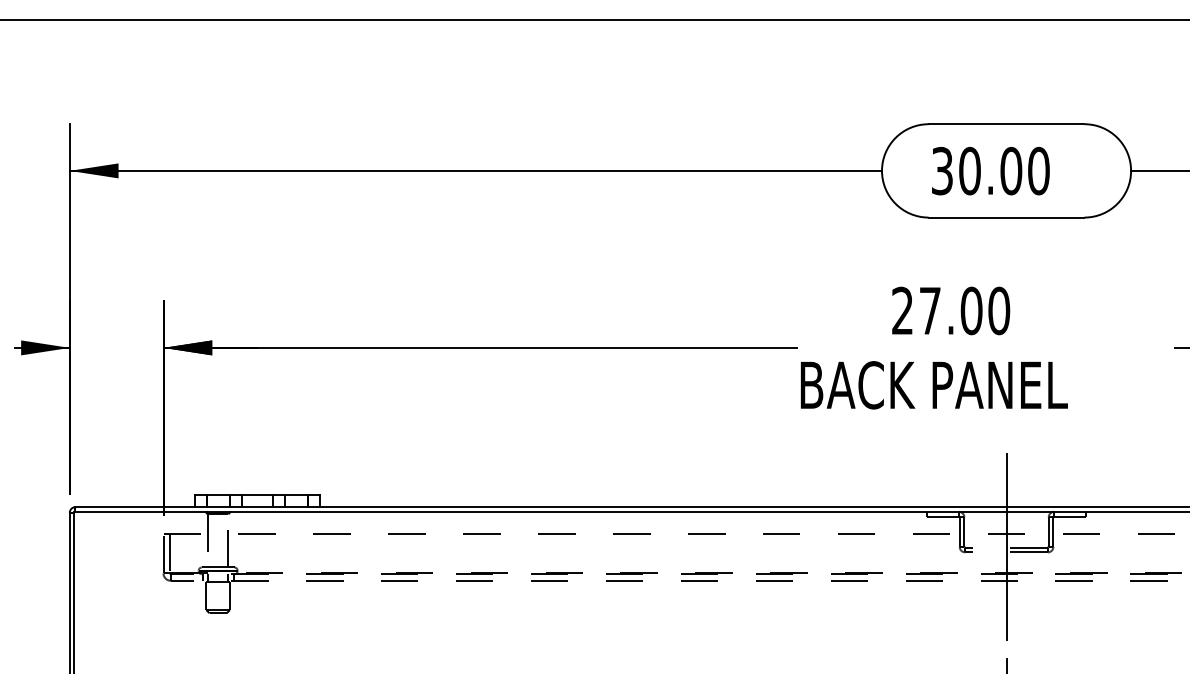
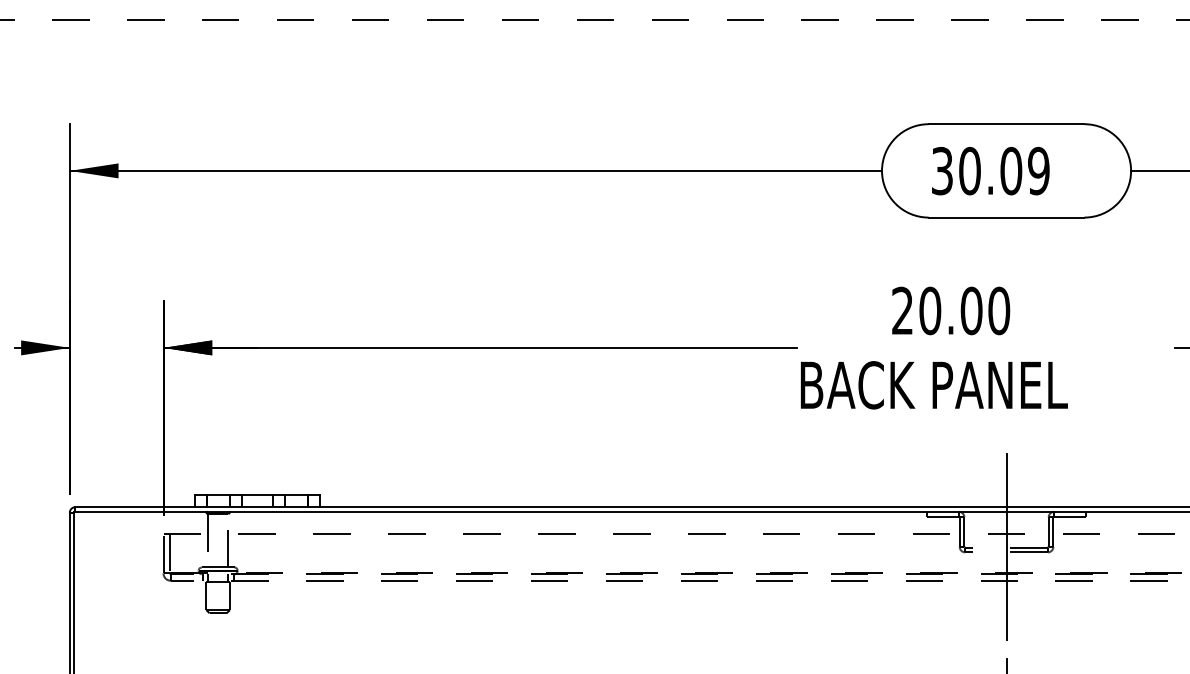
line at (595, 20): solid -> dashed
text at (1038, 171): 30.00 -> 30.09
text at (930, 310): 27.00 -> 20.00
